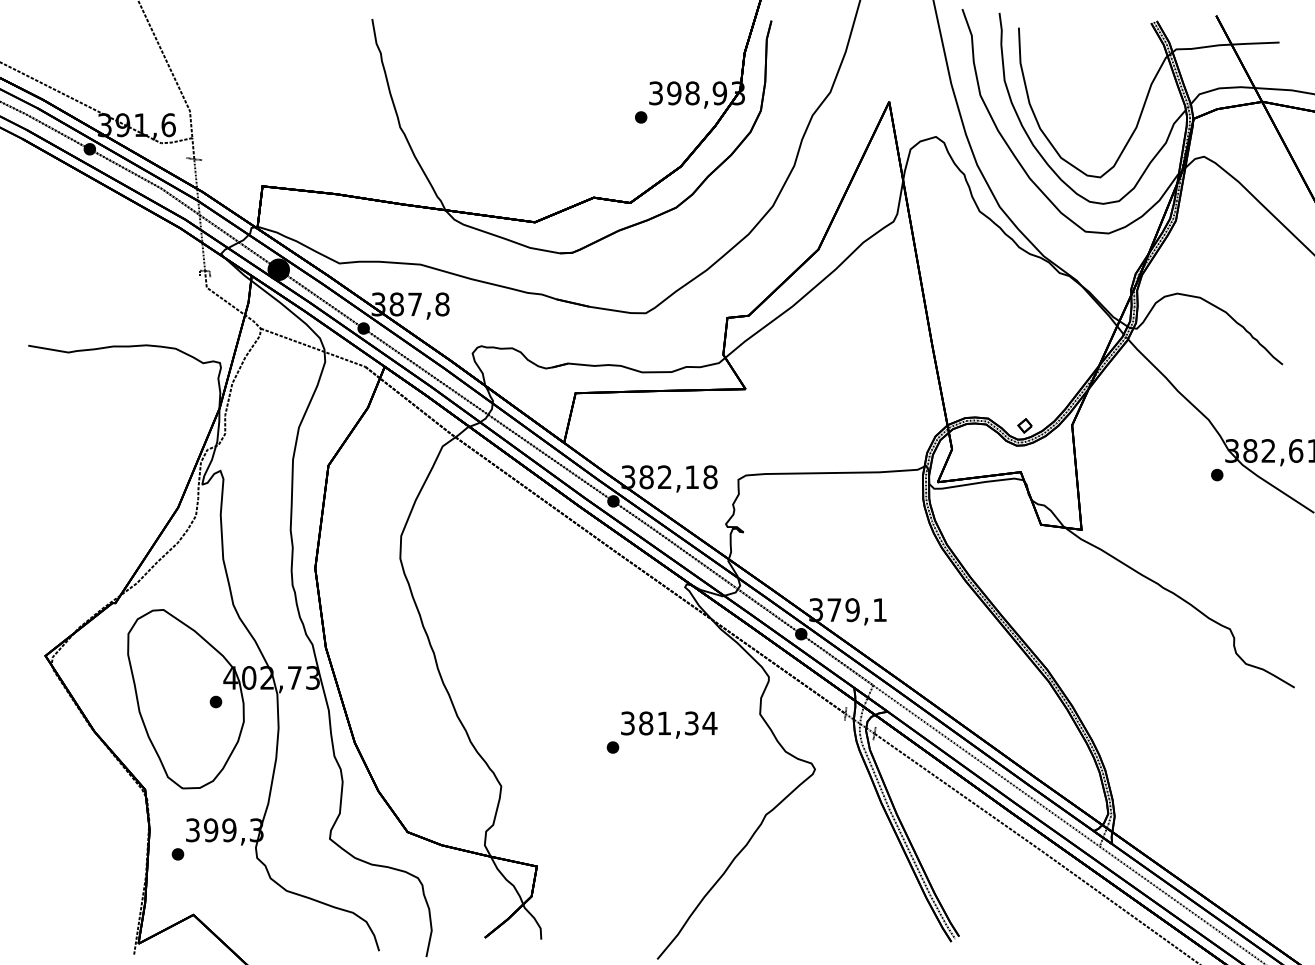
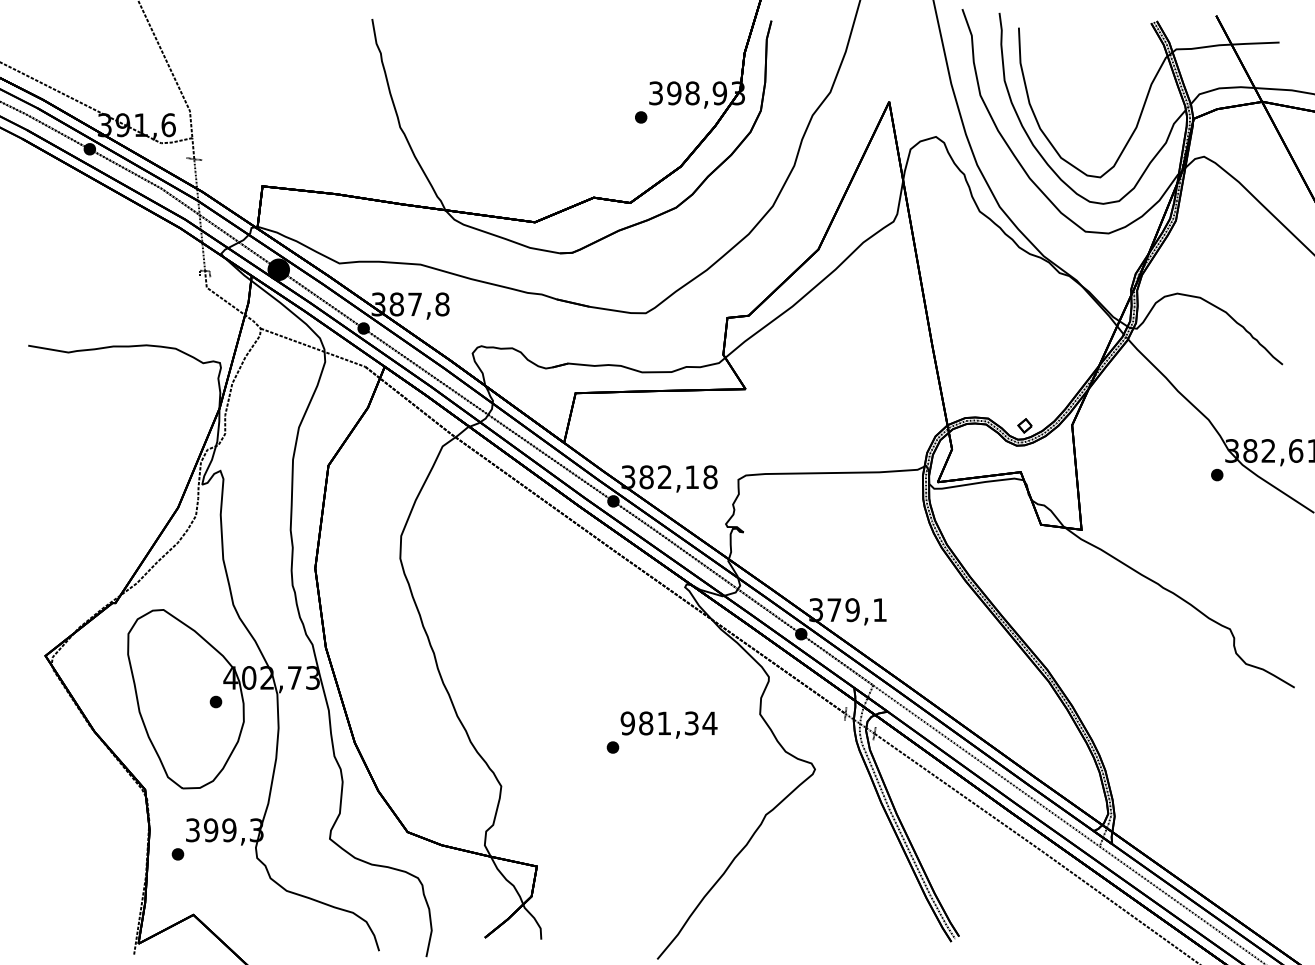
text at (627, 723): 381,34 -> 981,34
